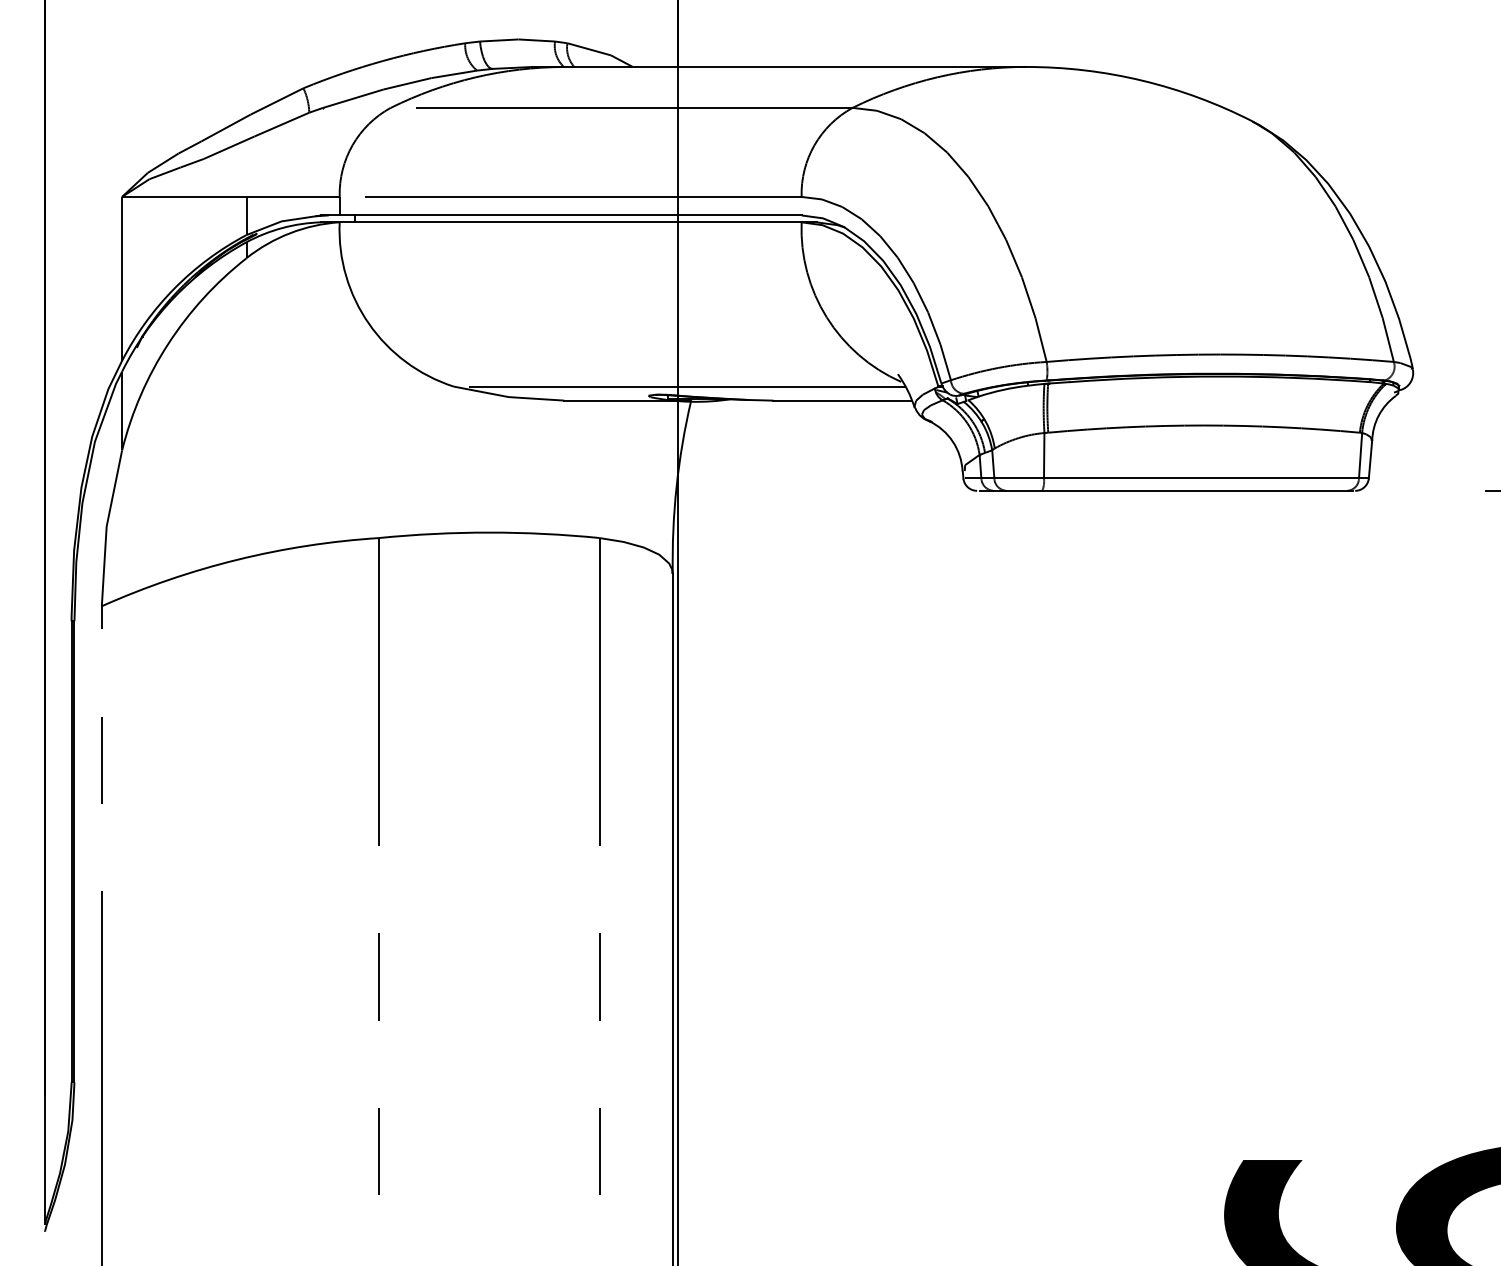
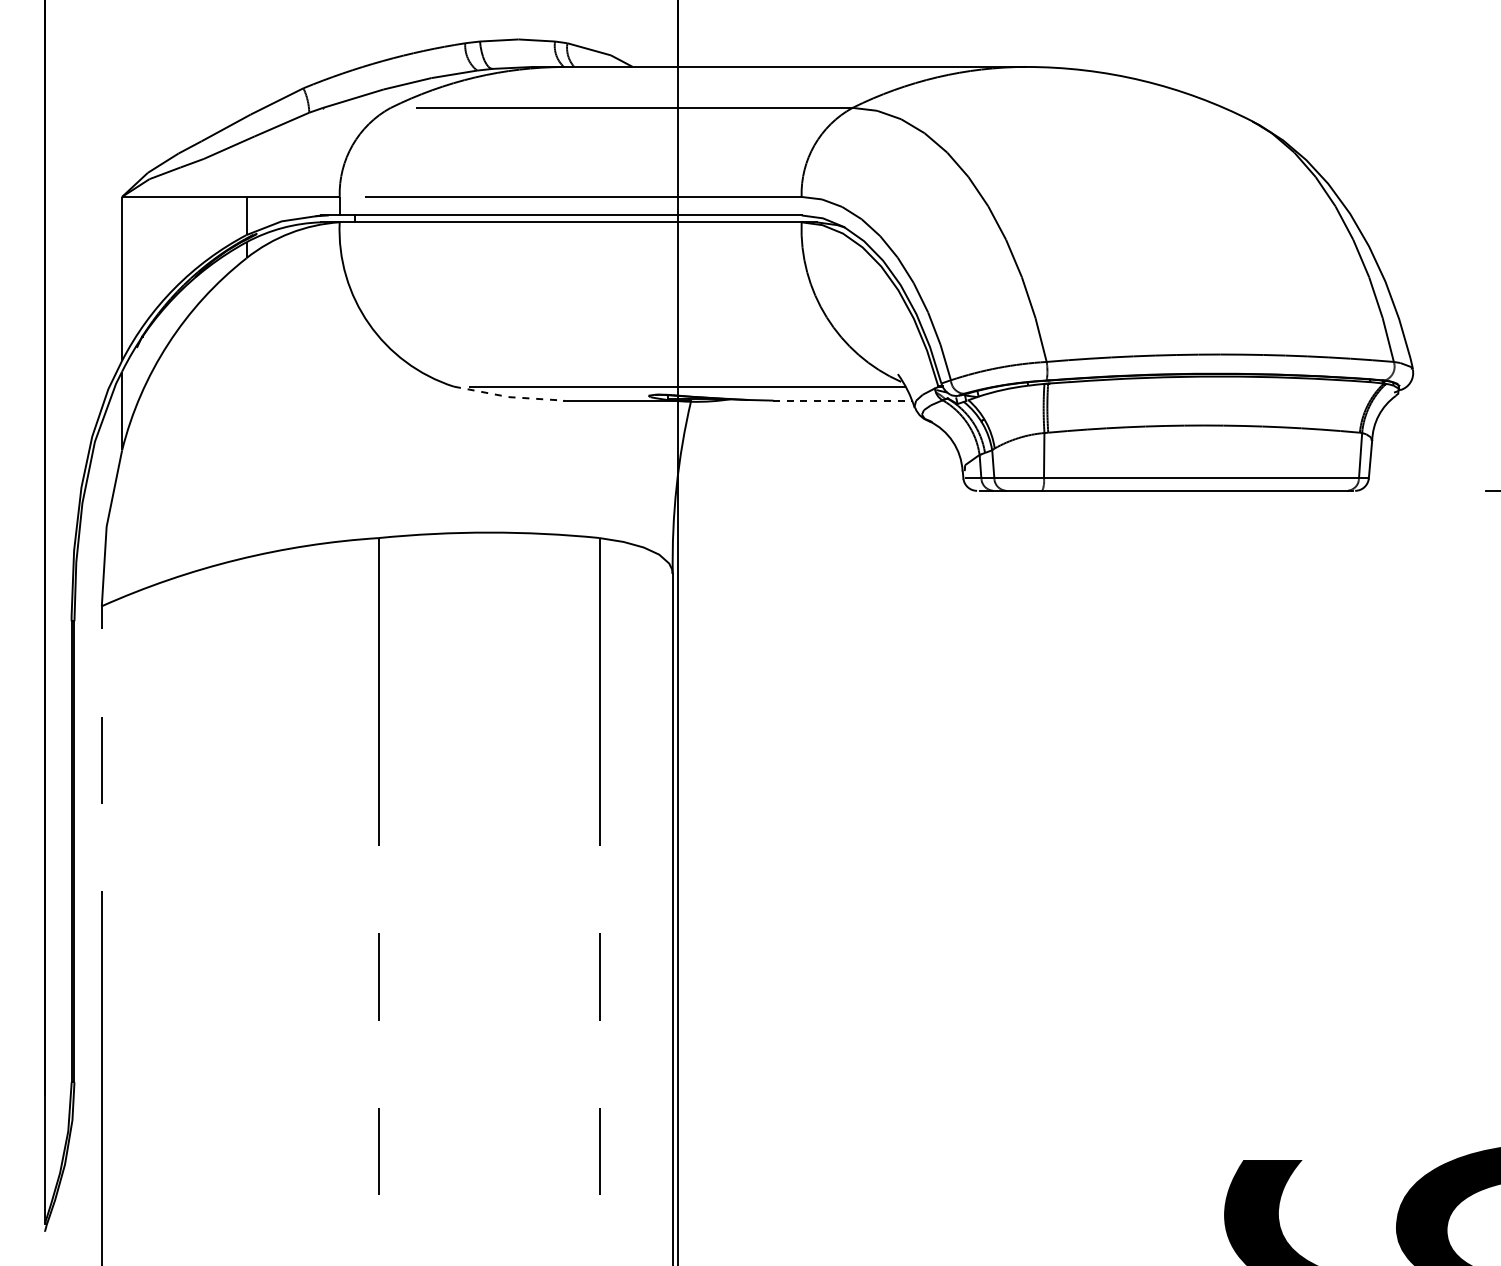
line at (508, 397): solid -> dashed
line at (842, 400): solid -> dashed
